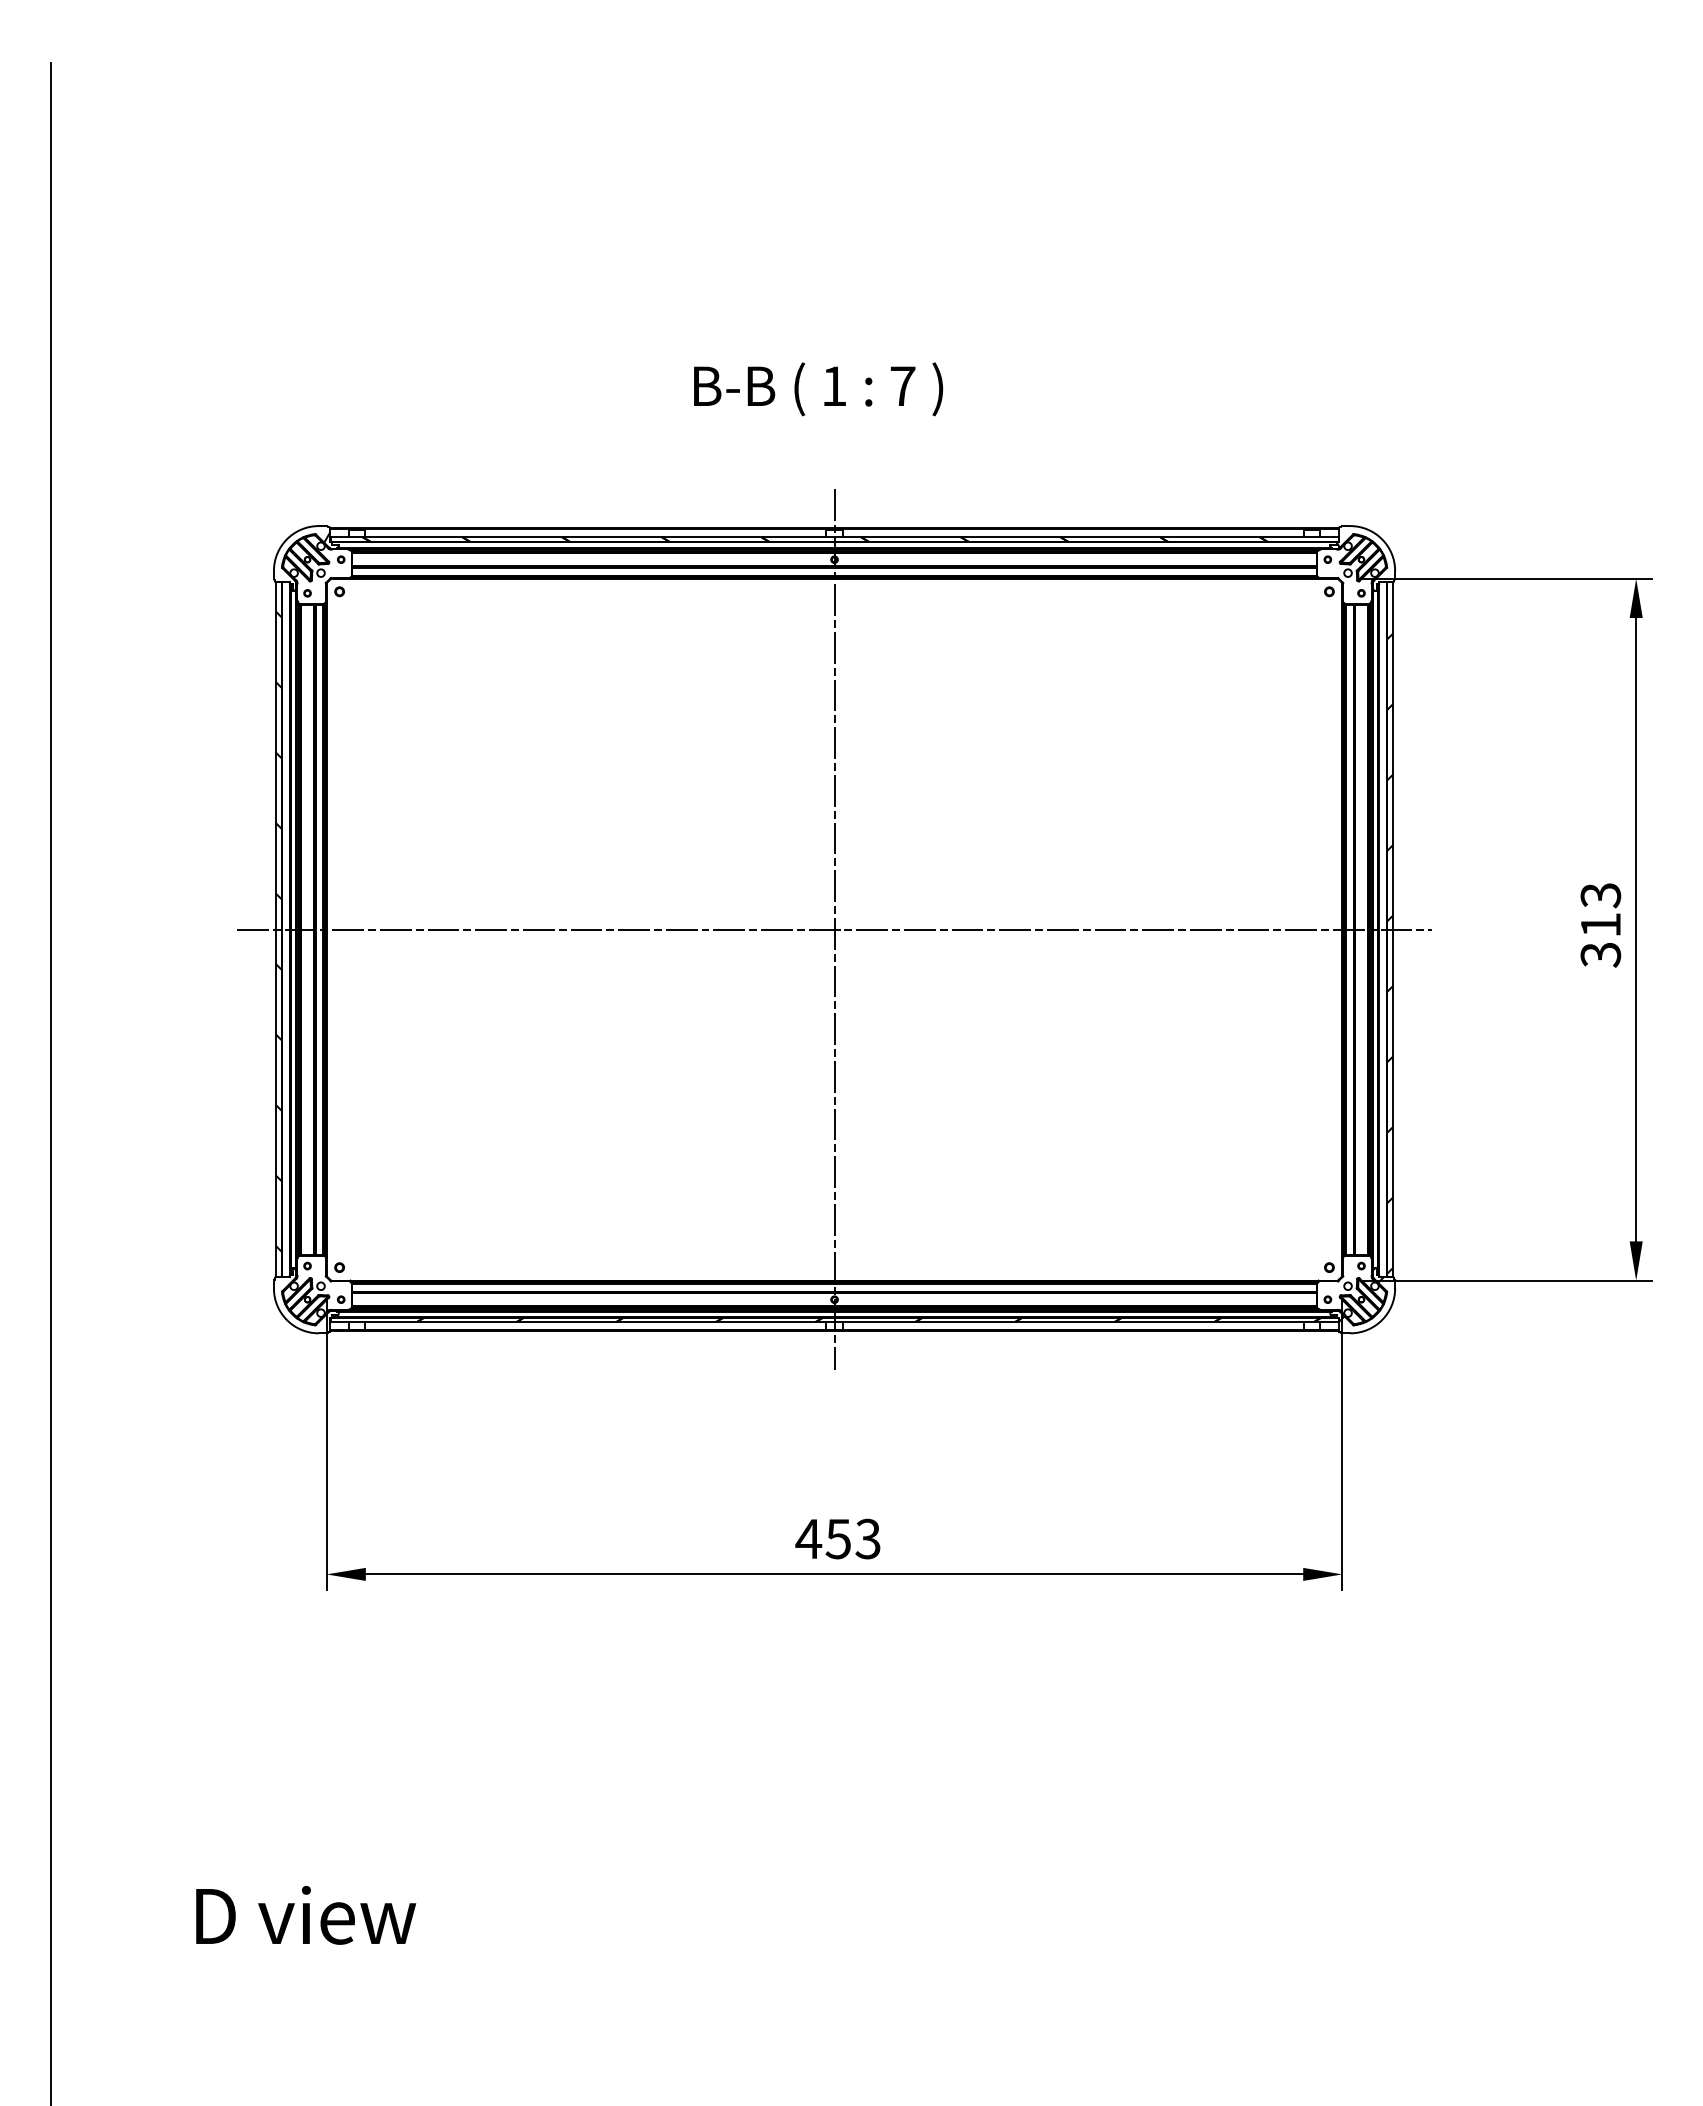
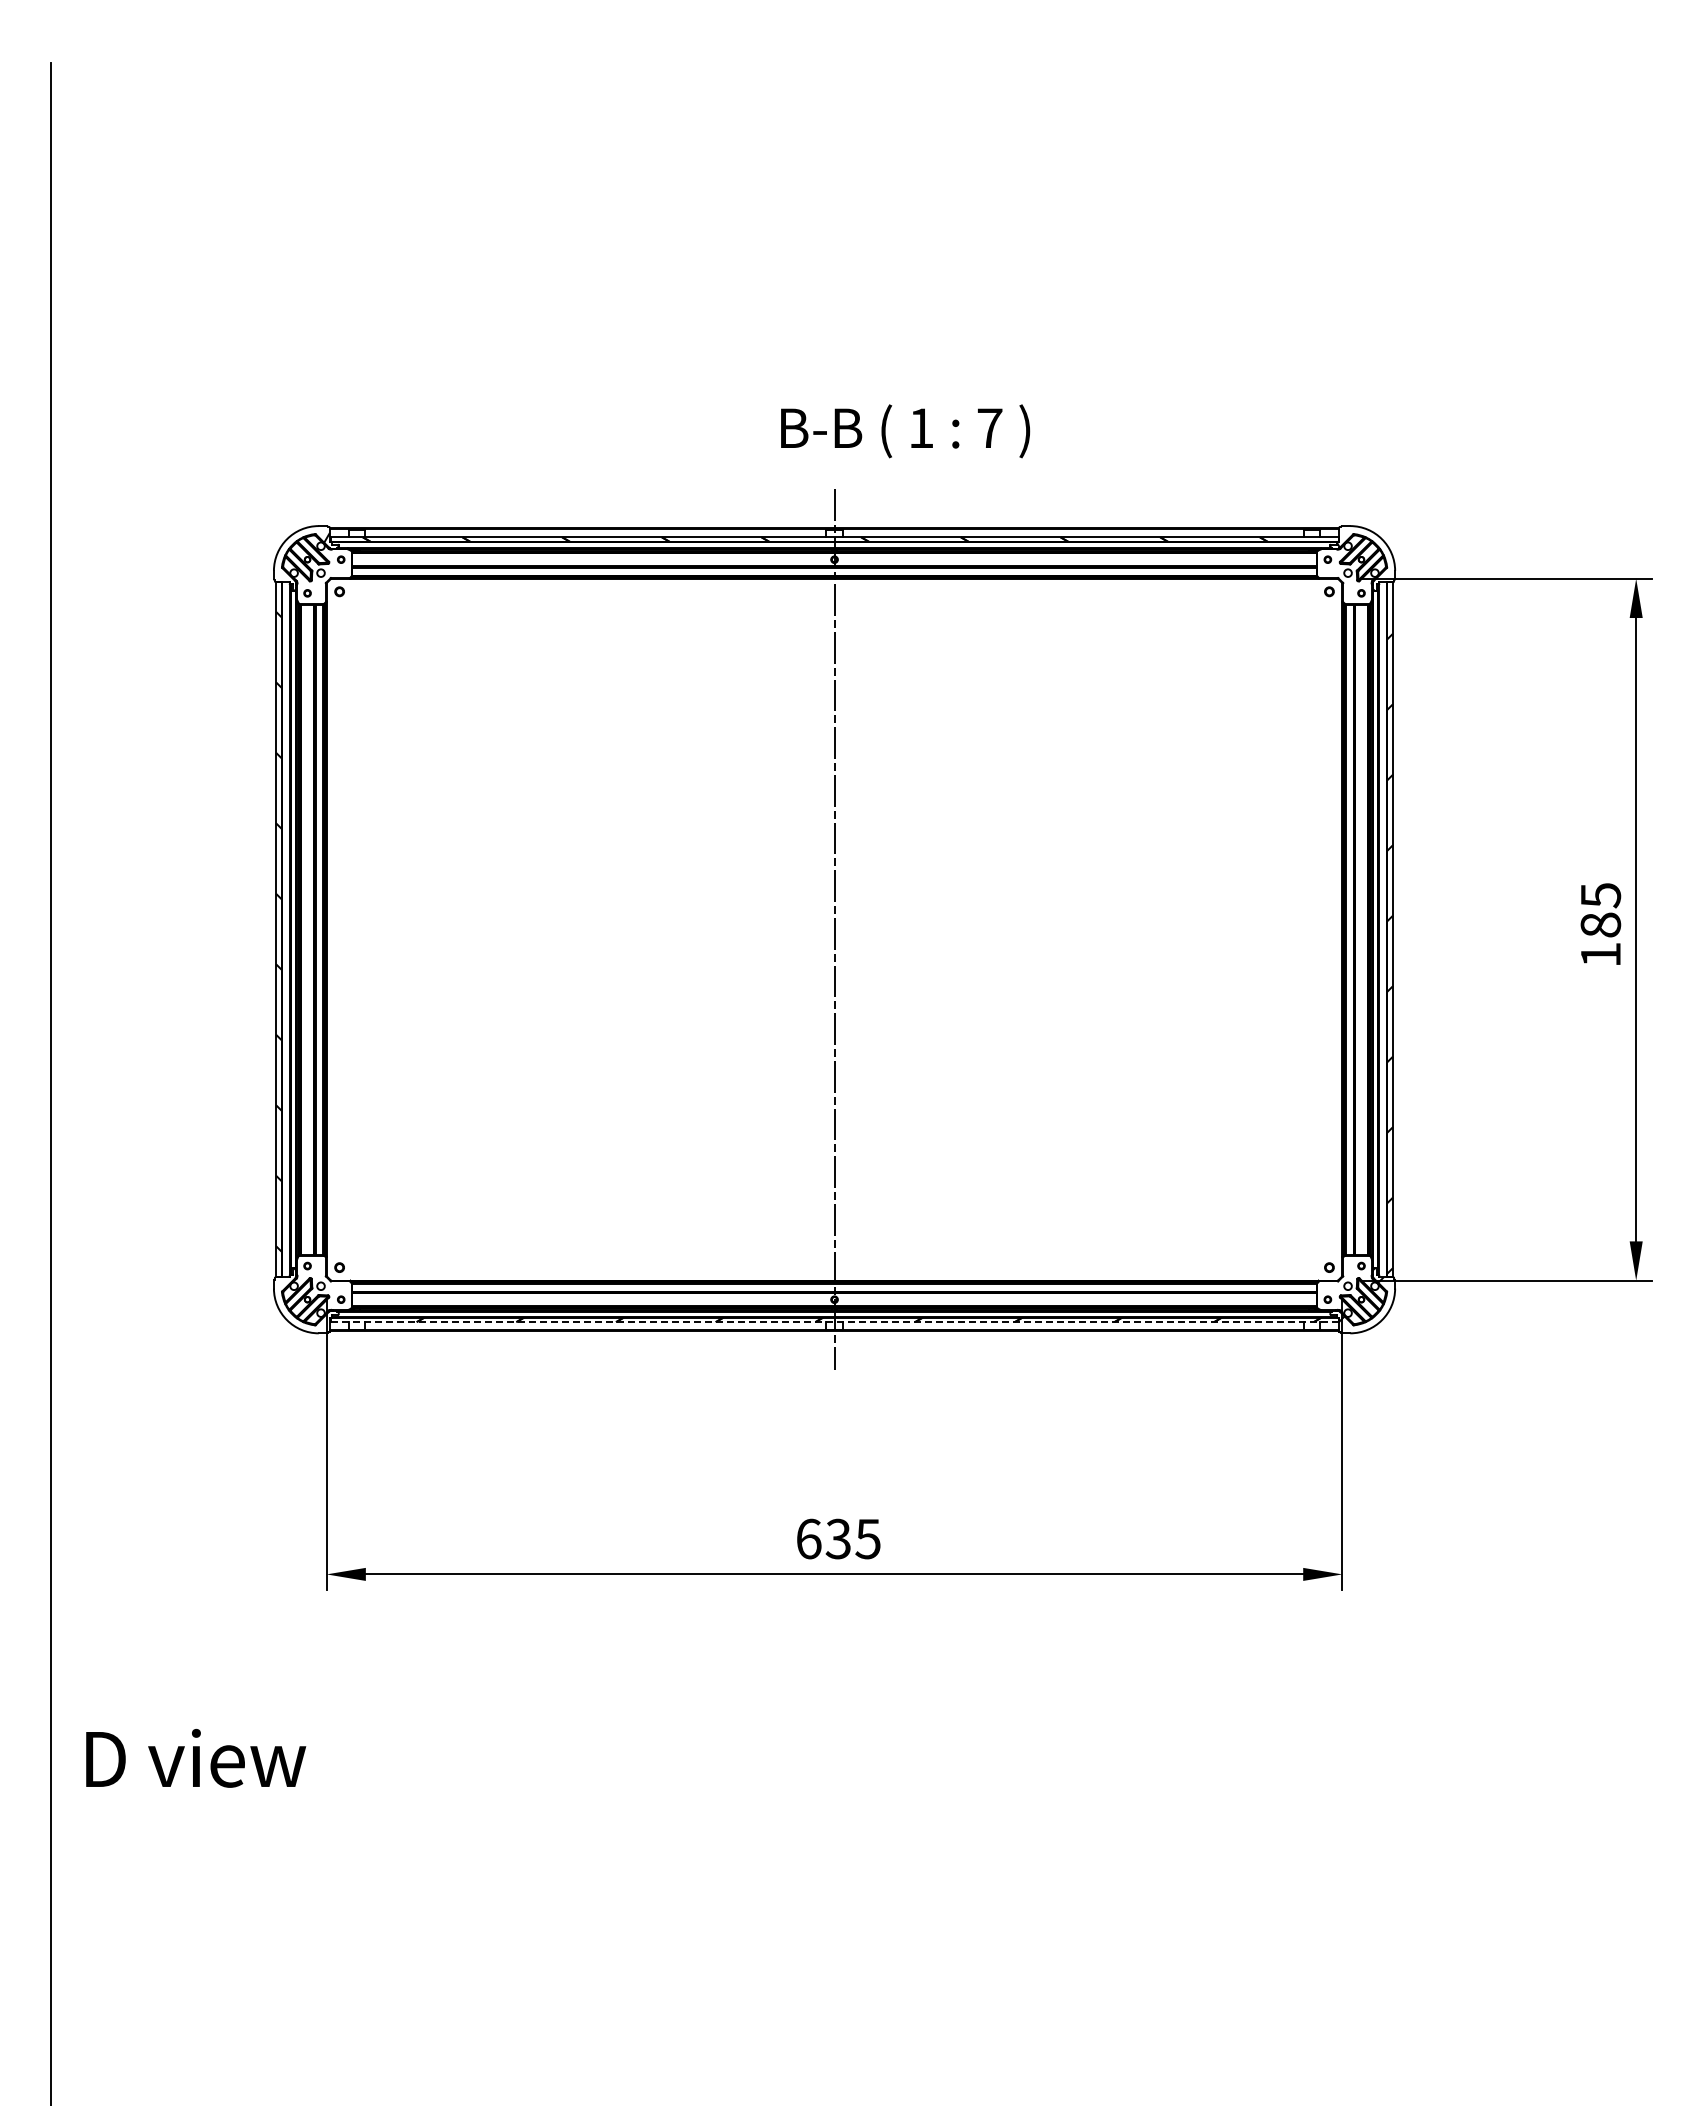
text at (818, 389) position: (818, 389) -> (905, 431)
text at (1600, 925): 313 -> 185
line at (834, 929): present -> none
line at (834, 1322): solid -> dashed
text at (837, 1538): 453 -> 635
text at (306, 1915) position: (306, 1915) -> (196, 1758)
